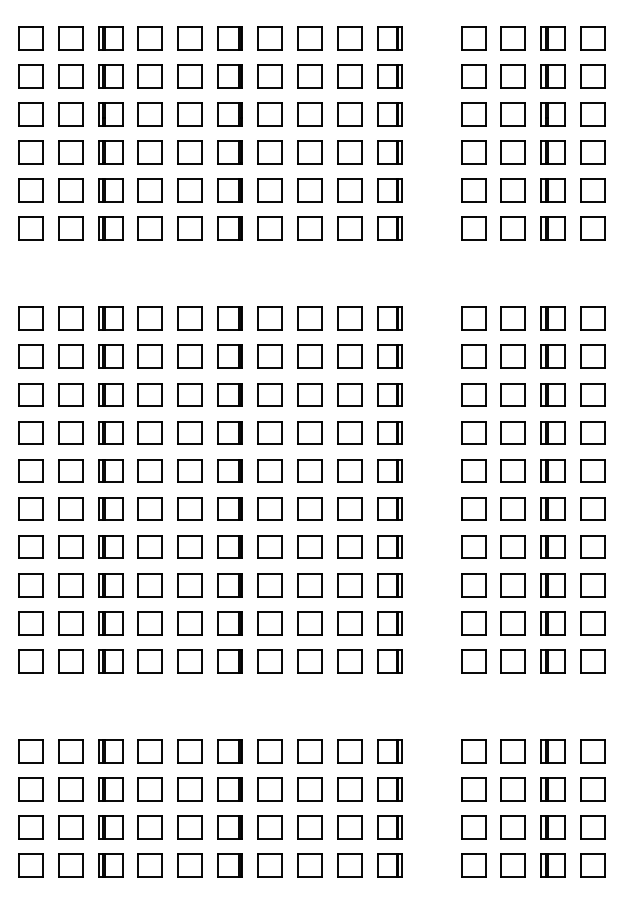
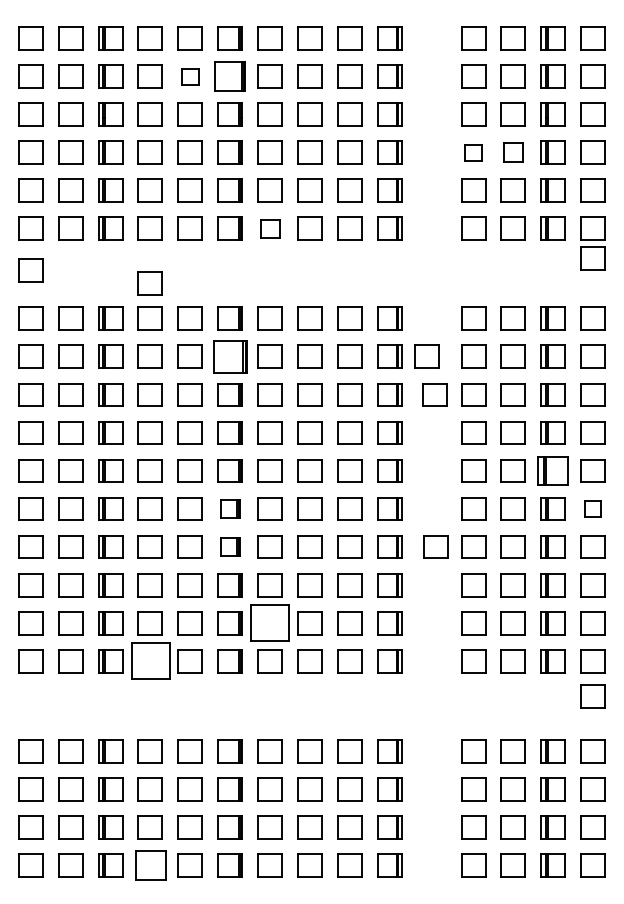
part at (189, 76) size: 26x25 px -> 19x18 px
part at (229, 76) size: 26x25 px -> 32x31 px
part at (473, 152) size: 26x25 px -> 19x18 px
part at (512, 152) size: 26x25 px -> 21x21 px
part at (269, 228) size: 26x25 px -> 21x20 px
part at (592, 258): none -> present
part at (30, 270): none -> present
part at (149, 283): none -> present
part at (229, 356) size: 26x25 px -> 35x34 px
part at (426, 356): none -> present
part at (434, 394): none -> present
part at (552, 470) size: 26x24 px -> 32x30 px
part at (229, 508) size: 26x24 px -> 21x20 px
part at (592, 508) size: 26x24 px -> 18x18 px
part at (229, 546) size: 26x24 px -> 21x20 px
part at (435, 546): none -> present
part at (269, 623) size: 26x25 px -> 40x38 px
part at (149, 661) size: 26x25 px -> 40x38 px
part at (592, 696): none -> present
part at (149, 865) size: 26x25 px -> 32x31 px
